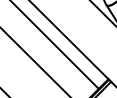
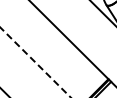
line at (55, 45): present -> none
line at (35, 62): solid -> dashed
